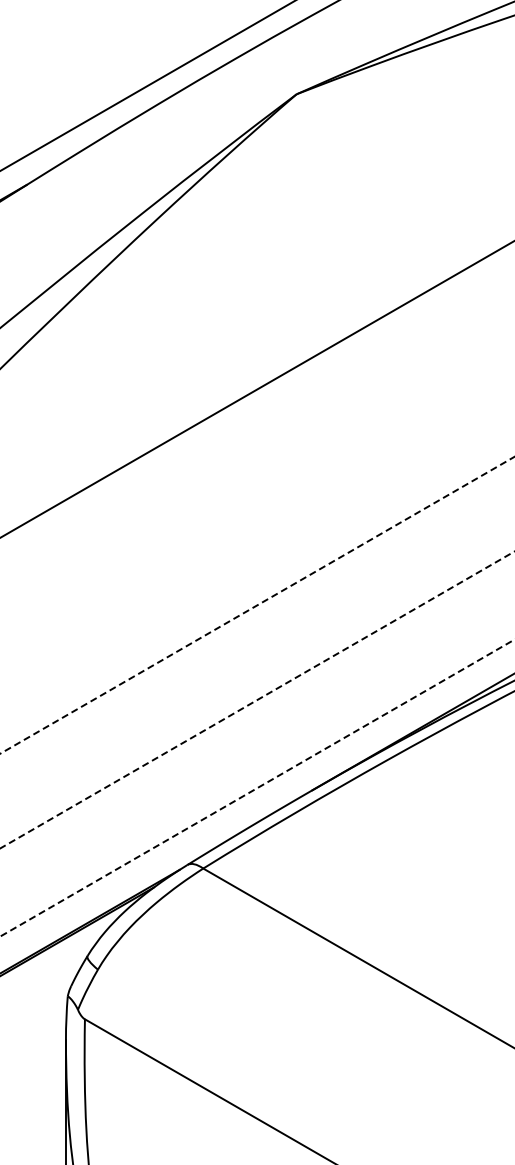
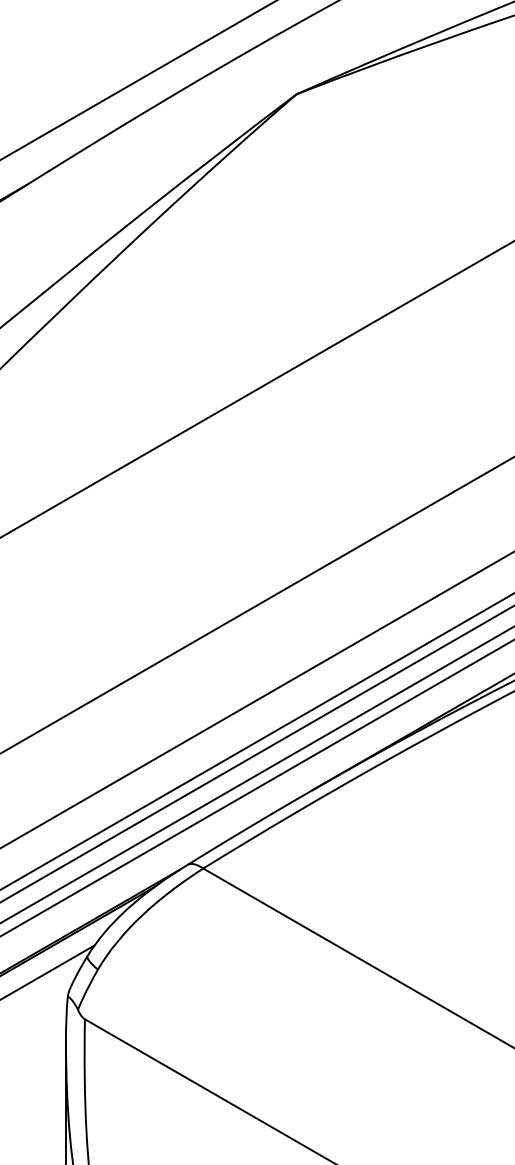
line at (147, 85) position: (147, 85) -> (137, 80)
line at (257, 605): dashed -> solid
line at (257, 699): dashed -> solid
line at (256, 741): none -> present
line at (256, 754): none -> present
line at (256, 774): none -> present
line at (257, 788): dashed -> solid
line at (48, 971): none -> present
